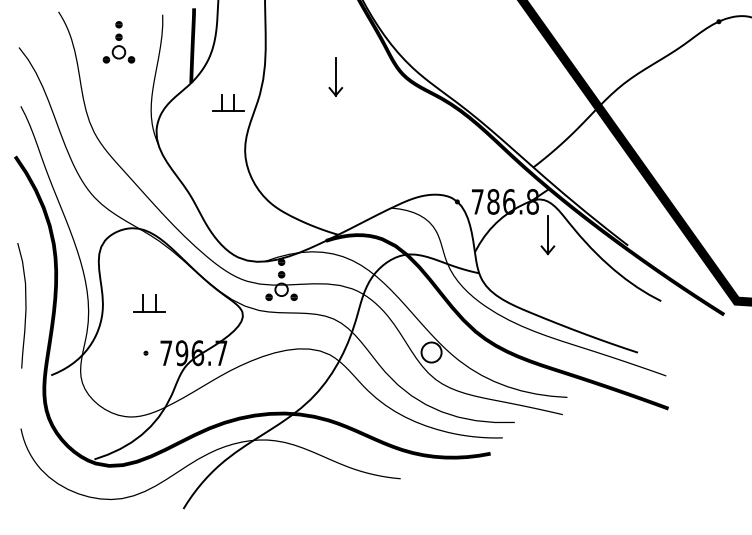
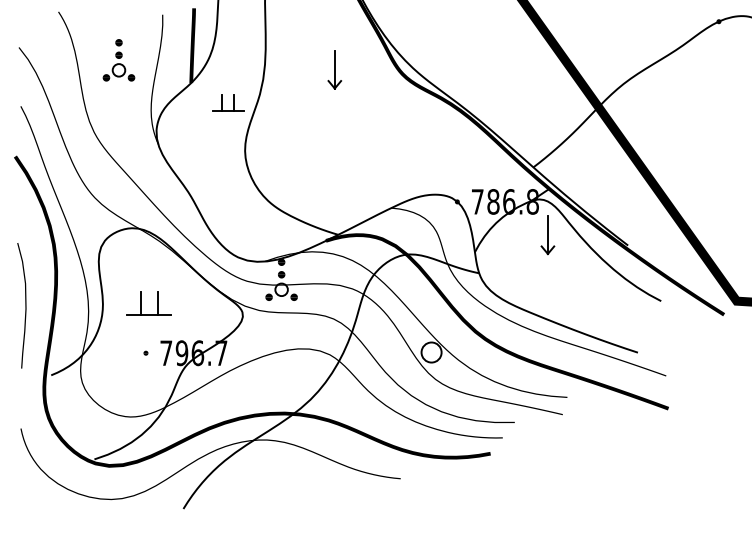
part at (118, 42) position: (118, 42) -> (118, 60)
part at (335, 76) position: (335, 76) -> (334, 69)
part at (149, 303) size: 33x19 px -> 46x25 px
